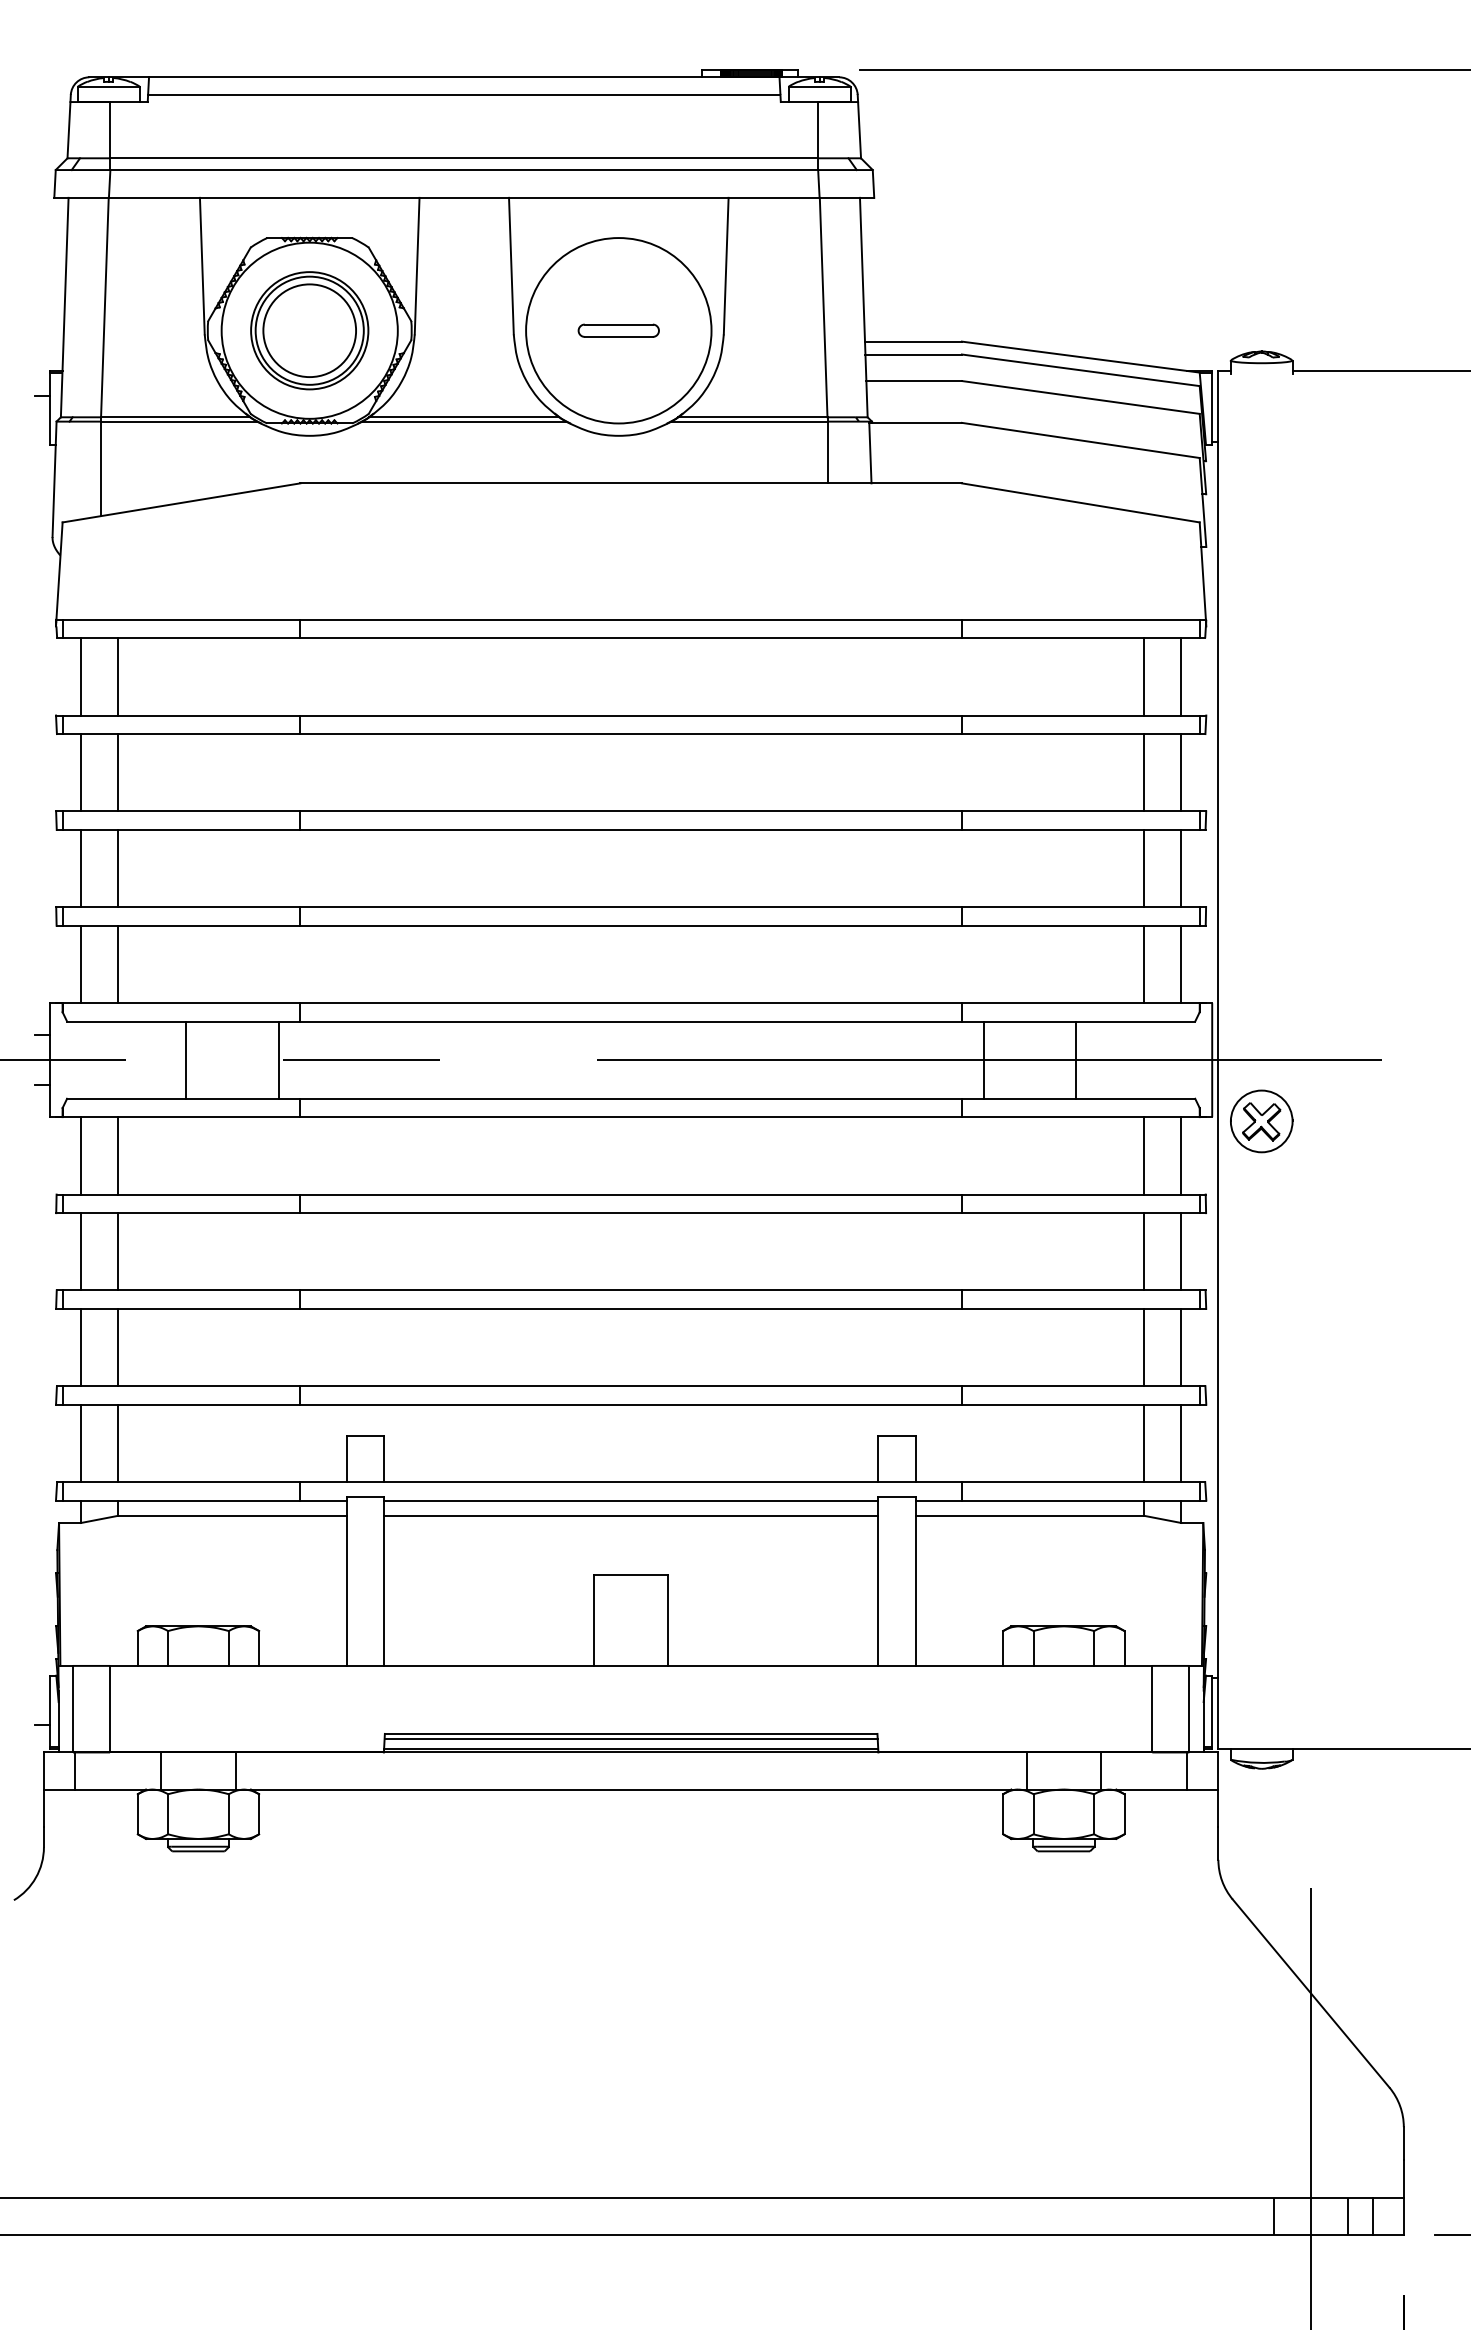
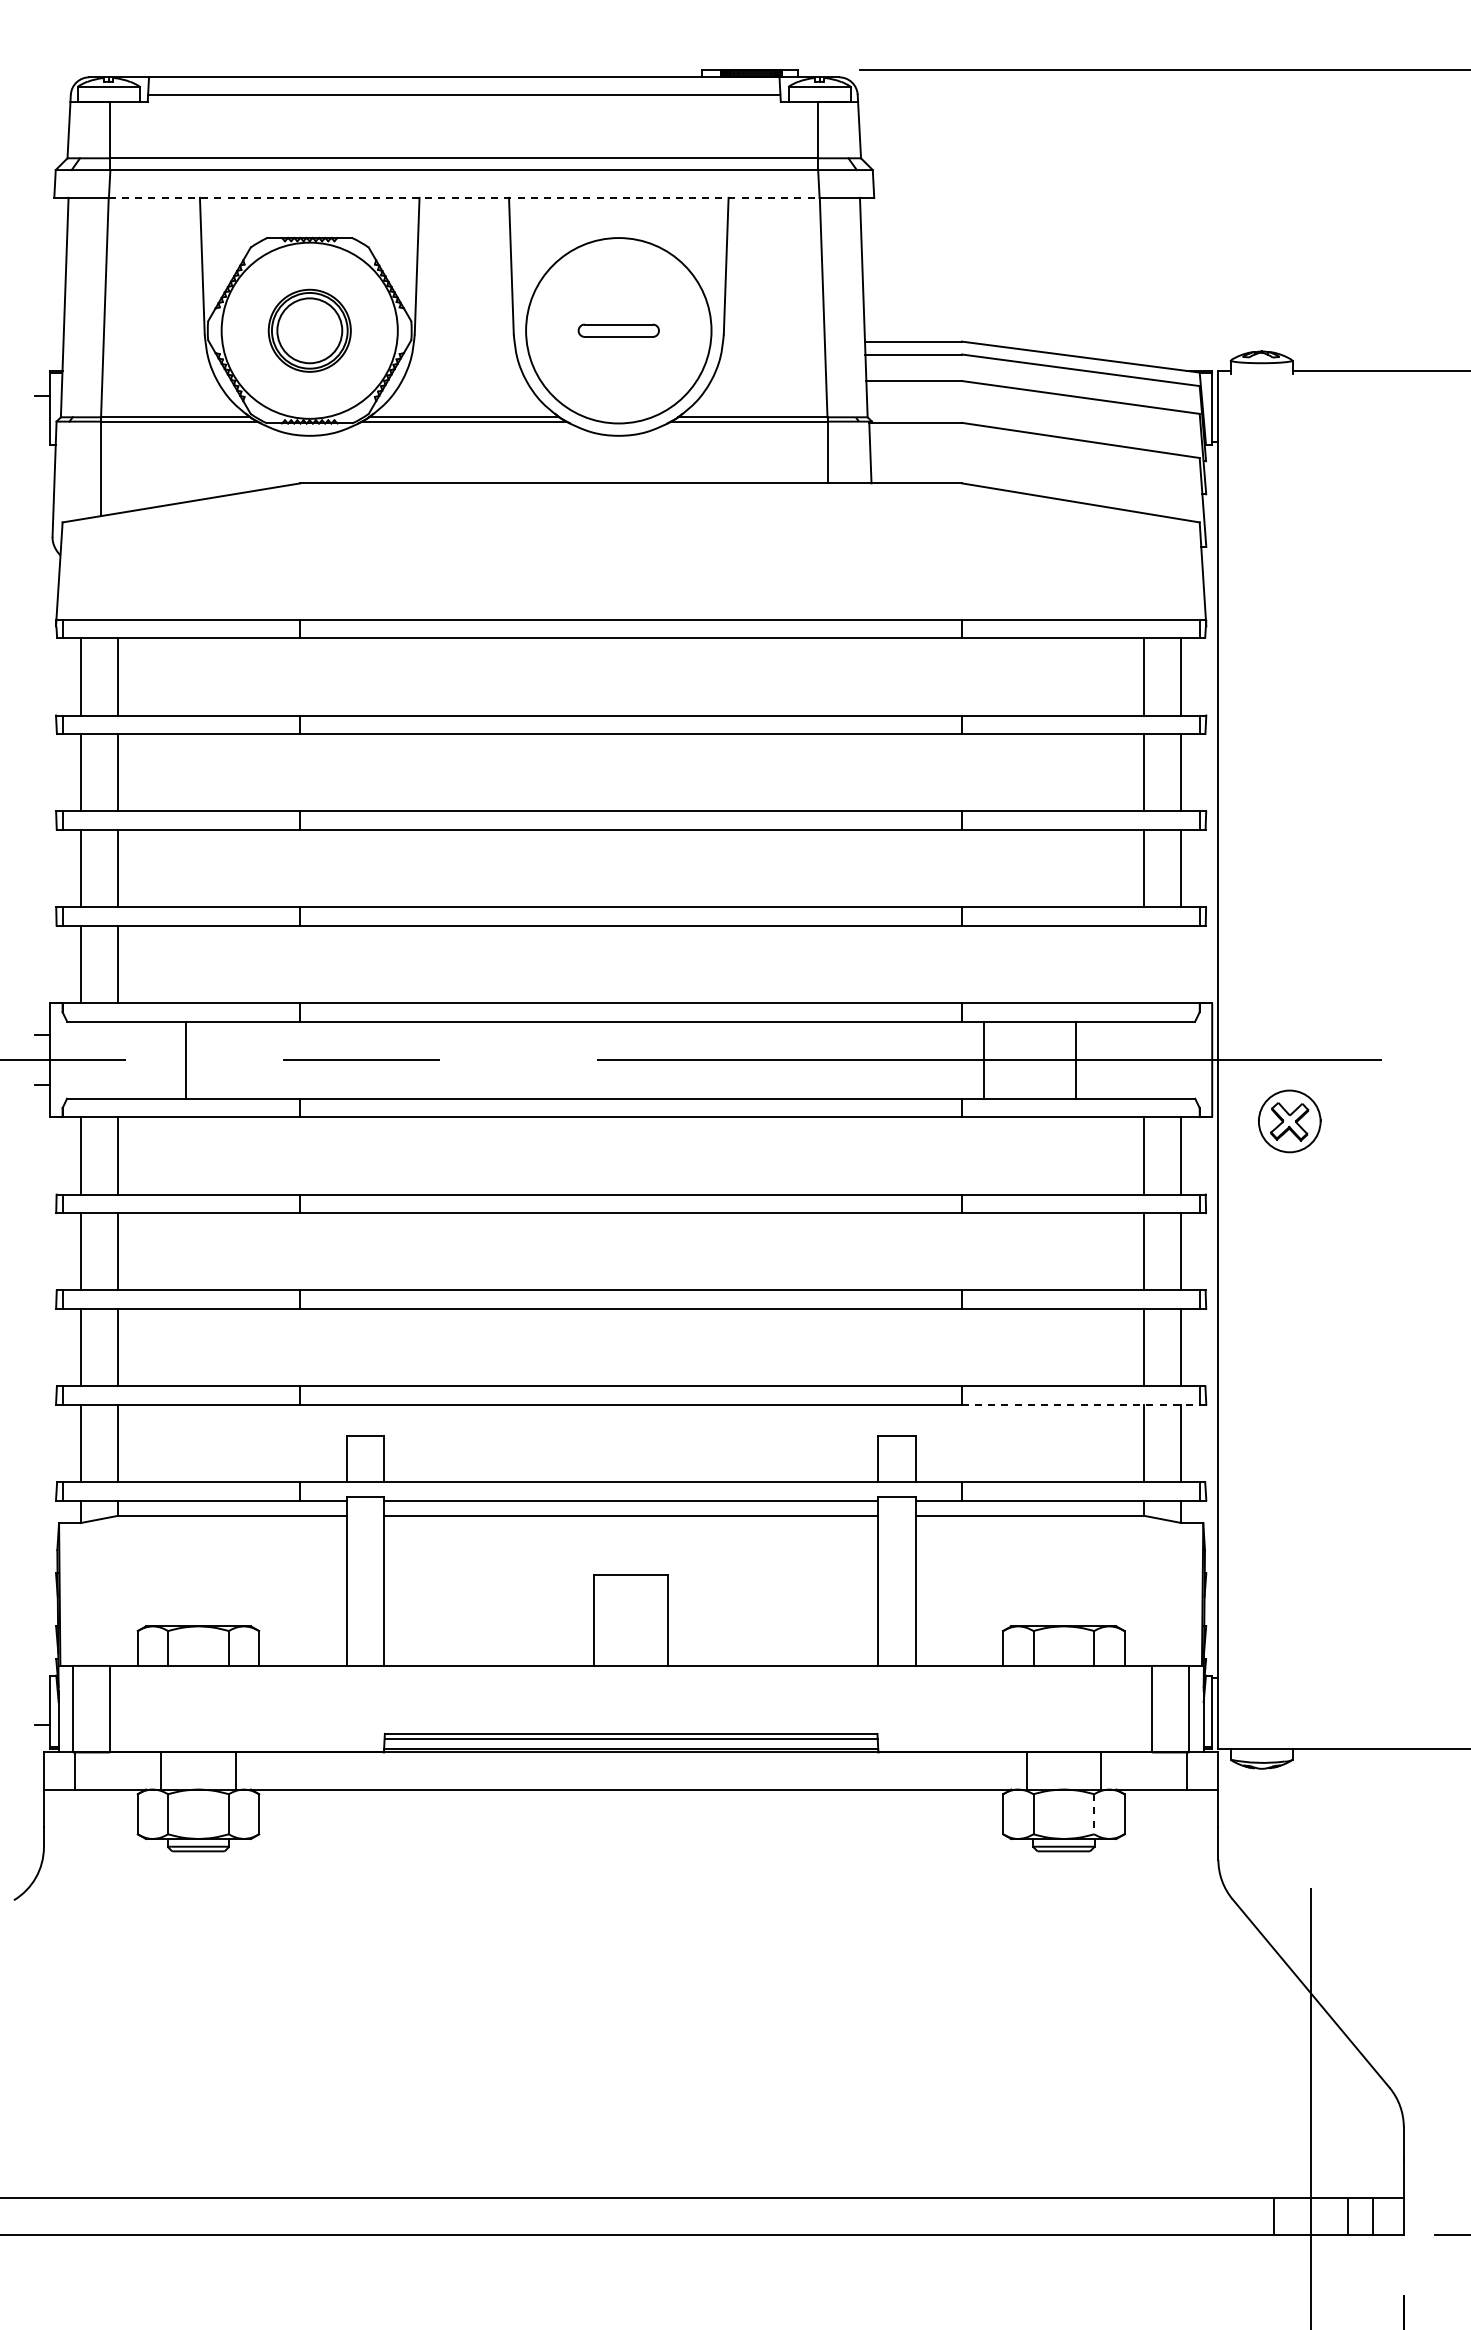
line at (464, 197): solid -> dashed
part at (309, 330) size: 120x120 px -> 85x85 px
line at (1144, 963): present -> none
line at (1181, 963): present -> none
line at (278, 1059): present -> none
part at (1261, 1121) position: (1261, 1121) -> (1289, 1121)
line at (1080, 1404): solid -> dashed
line at (1094, 1814): solid -> dashed
